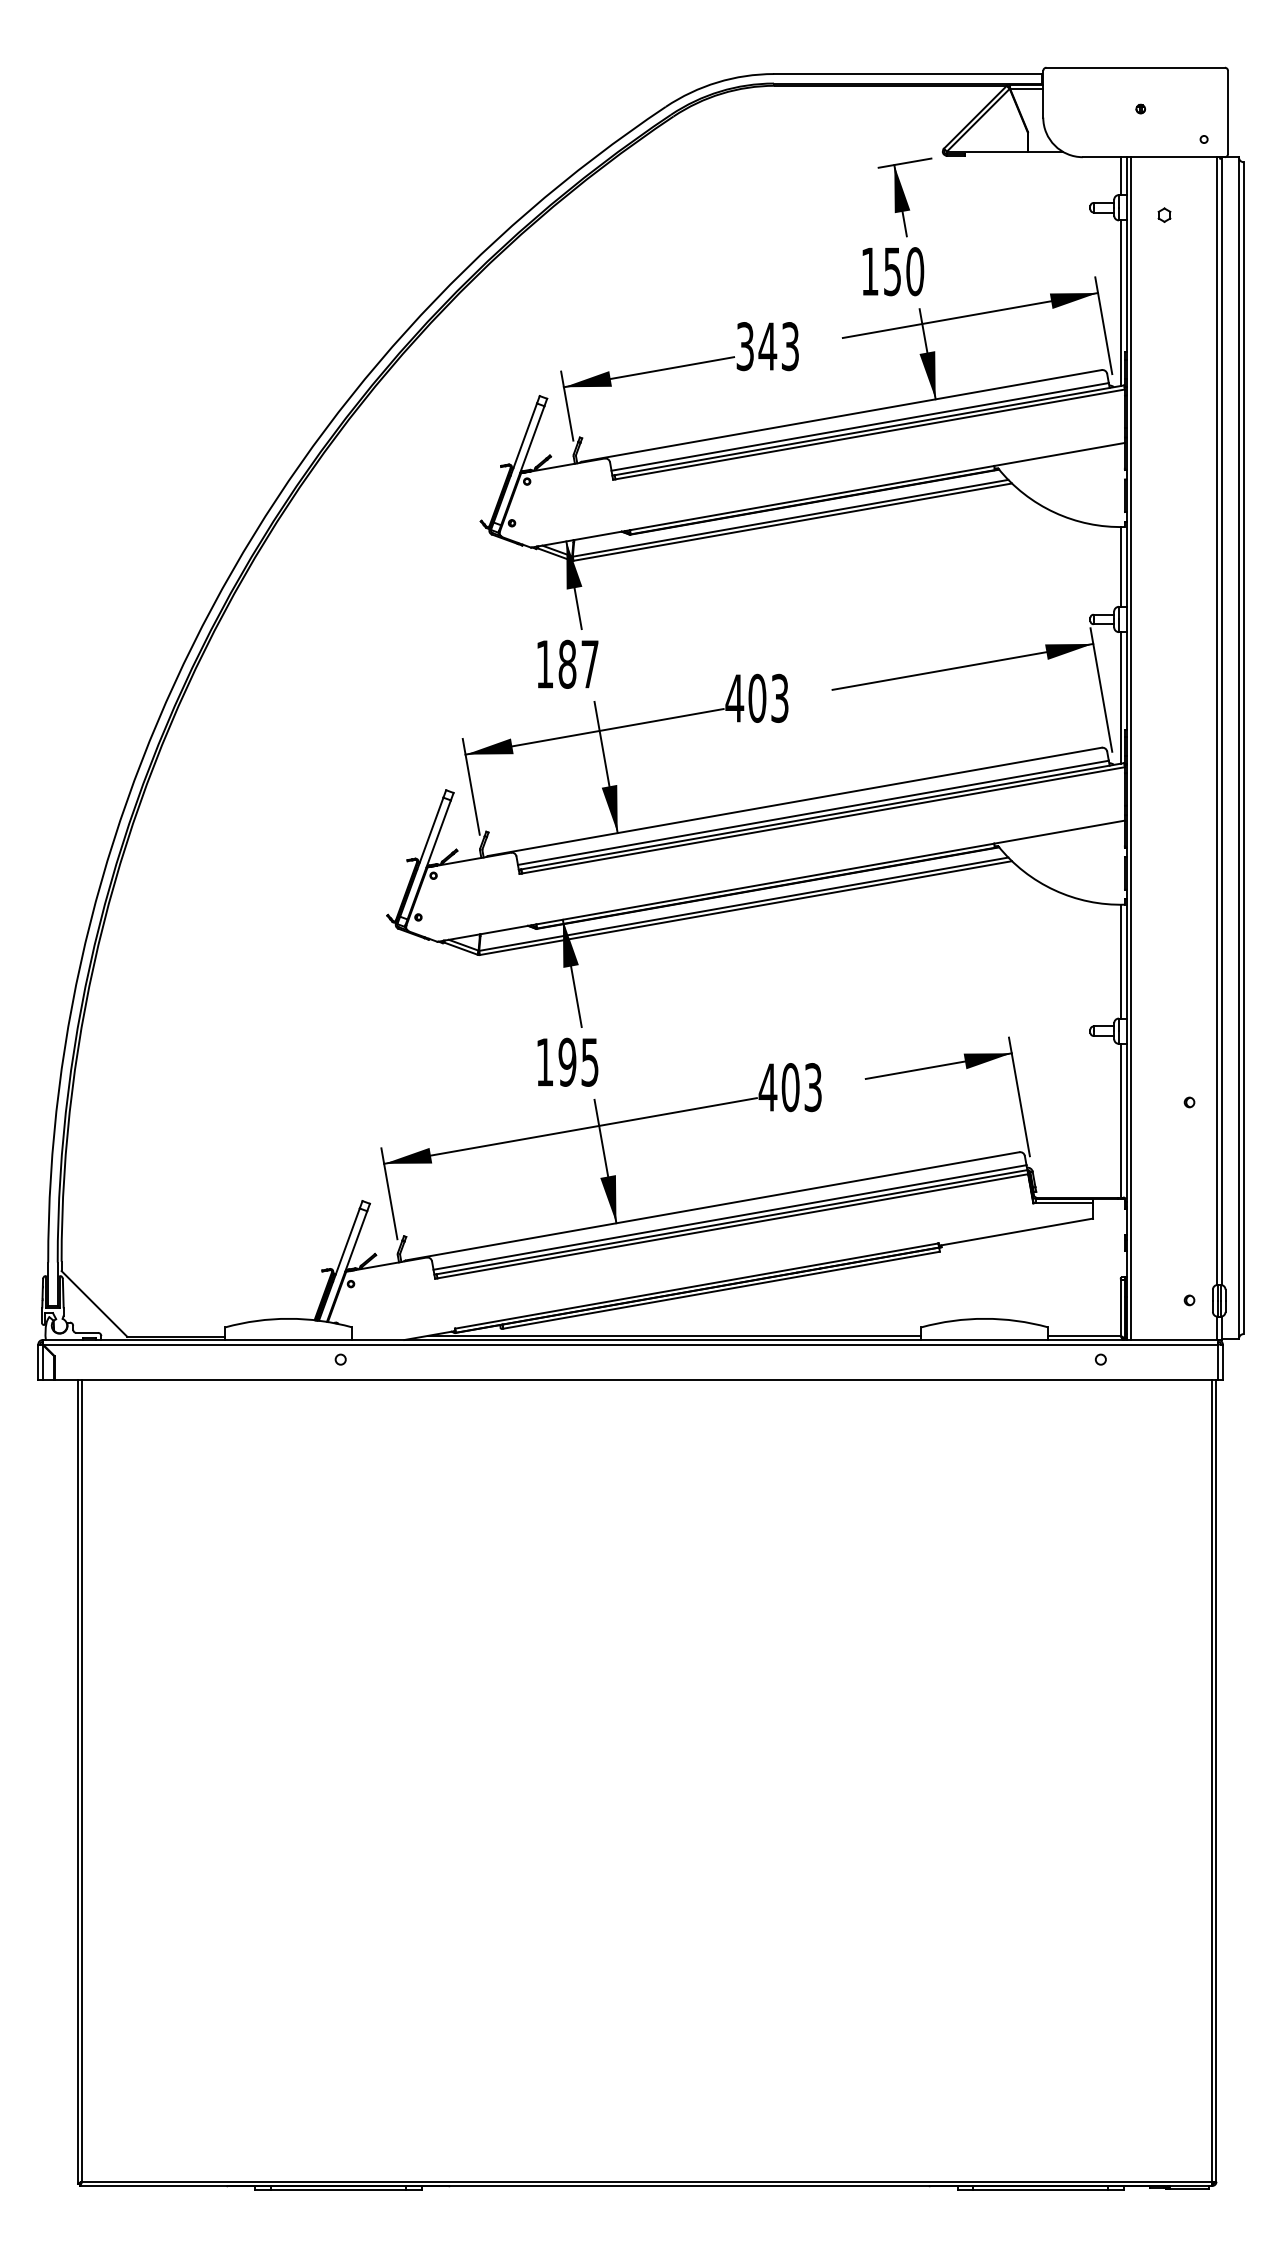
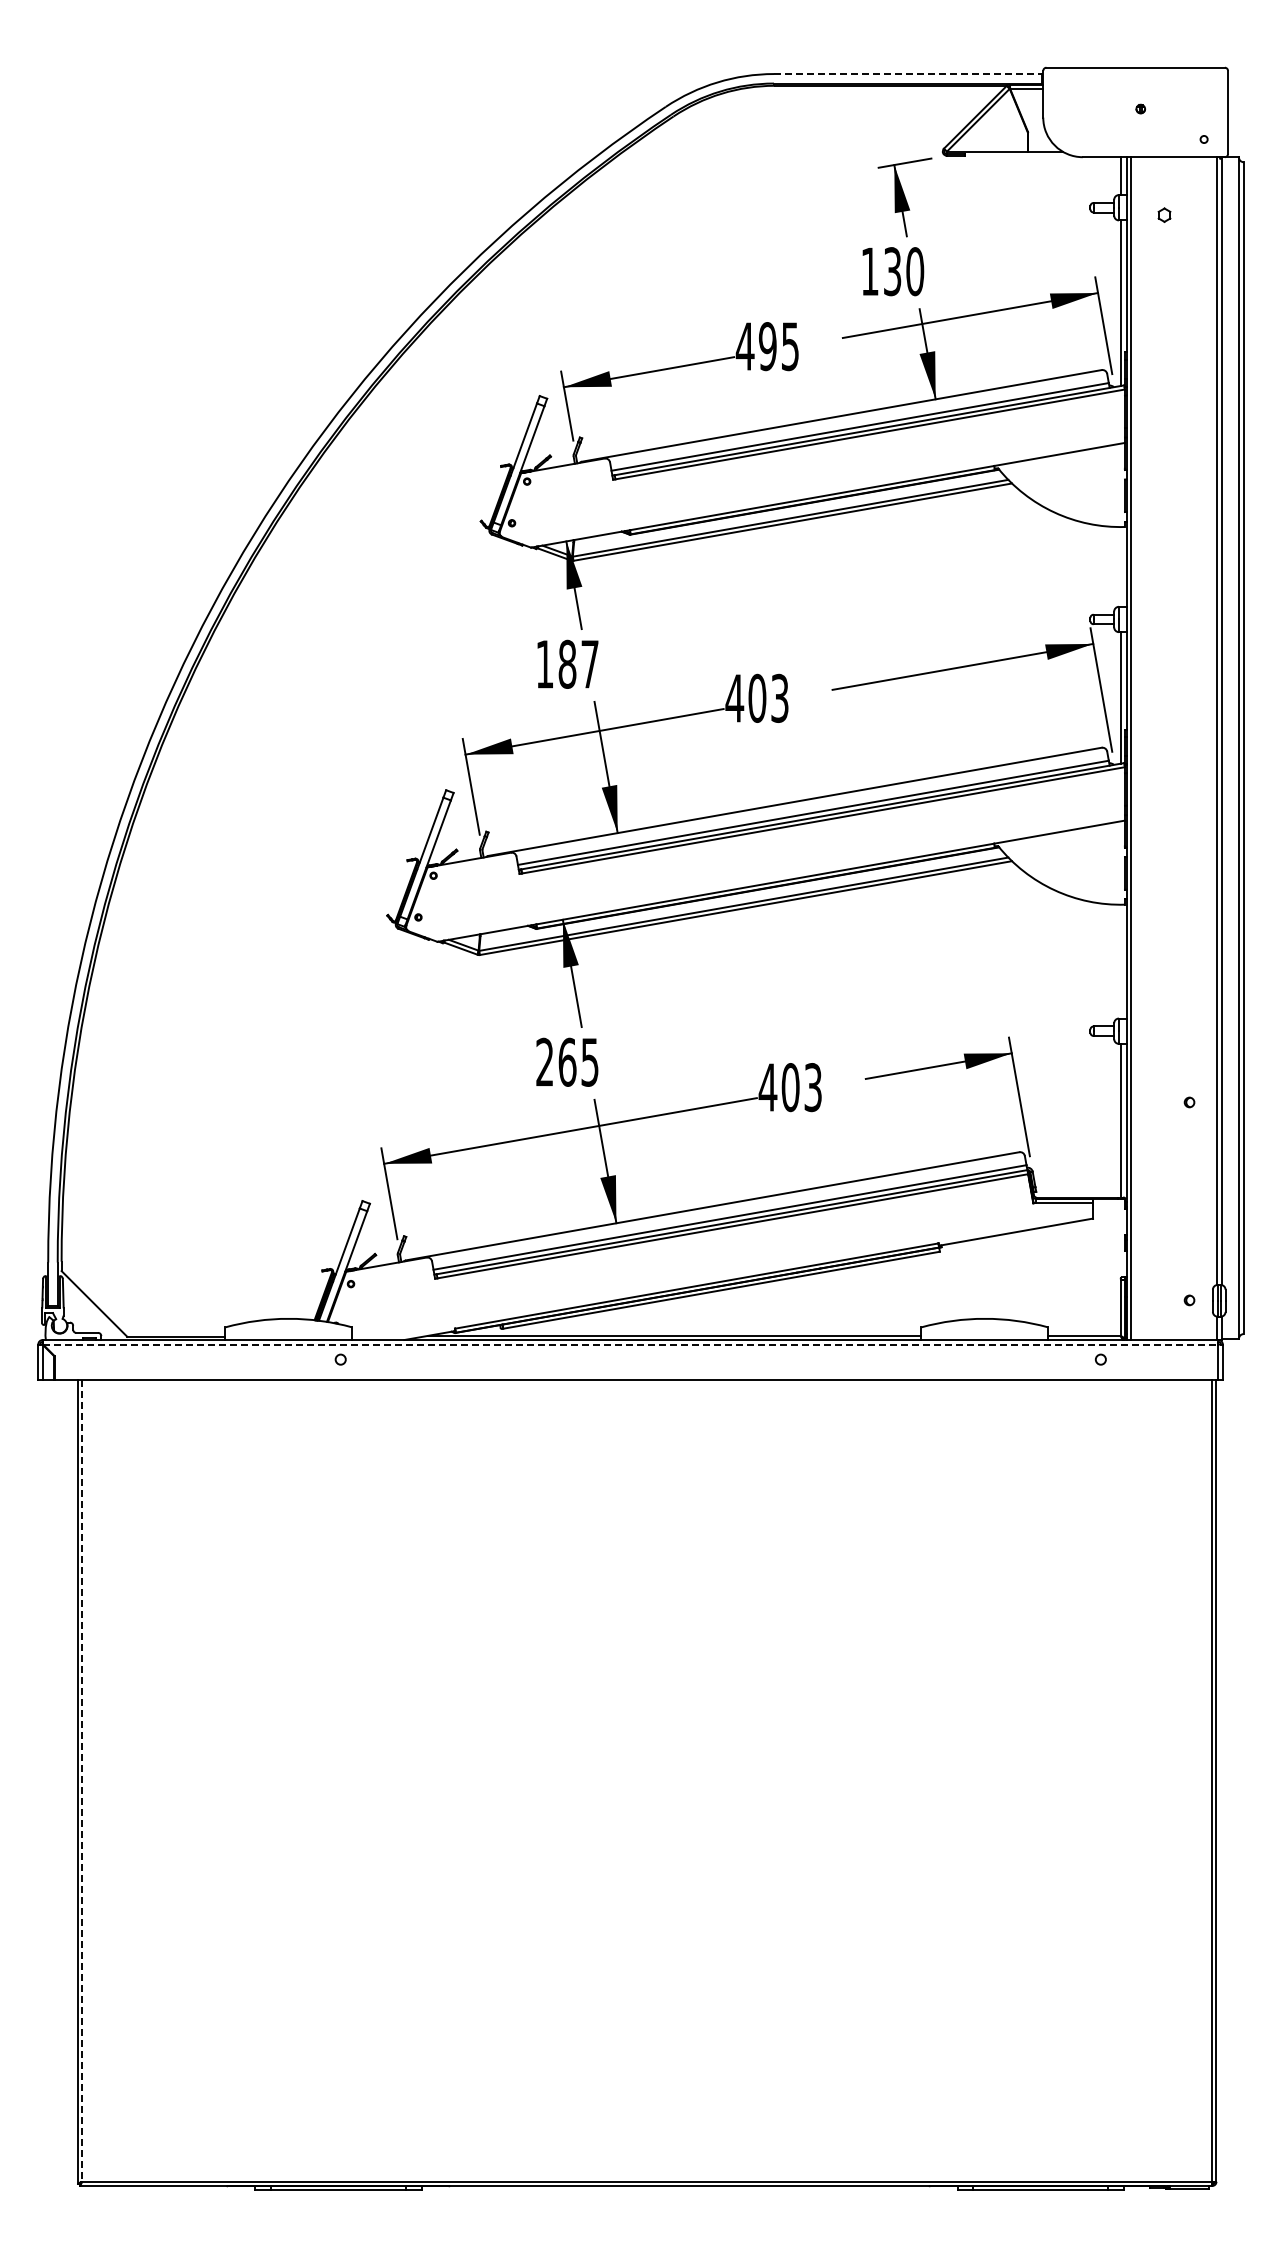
line at (907, 74): solid -> dashed
text at (892, 271): 150 -> 130
text at (766, 346): 343 -> 495
line at (1121, 566): present -> none
line at (1121, 961): present -> none
text at (556, 1061): 195 -> 265
line at (630, 1344): solid -> dashed
line at (82, 1781): solid -> dashed
